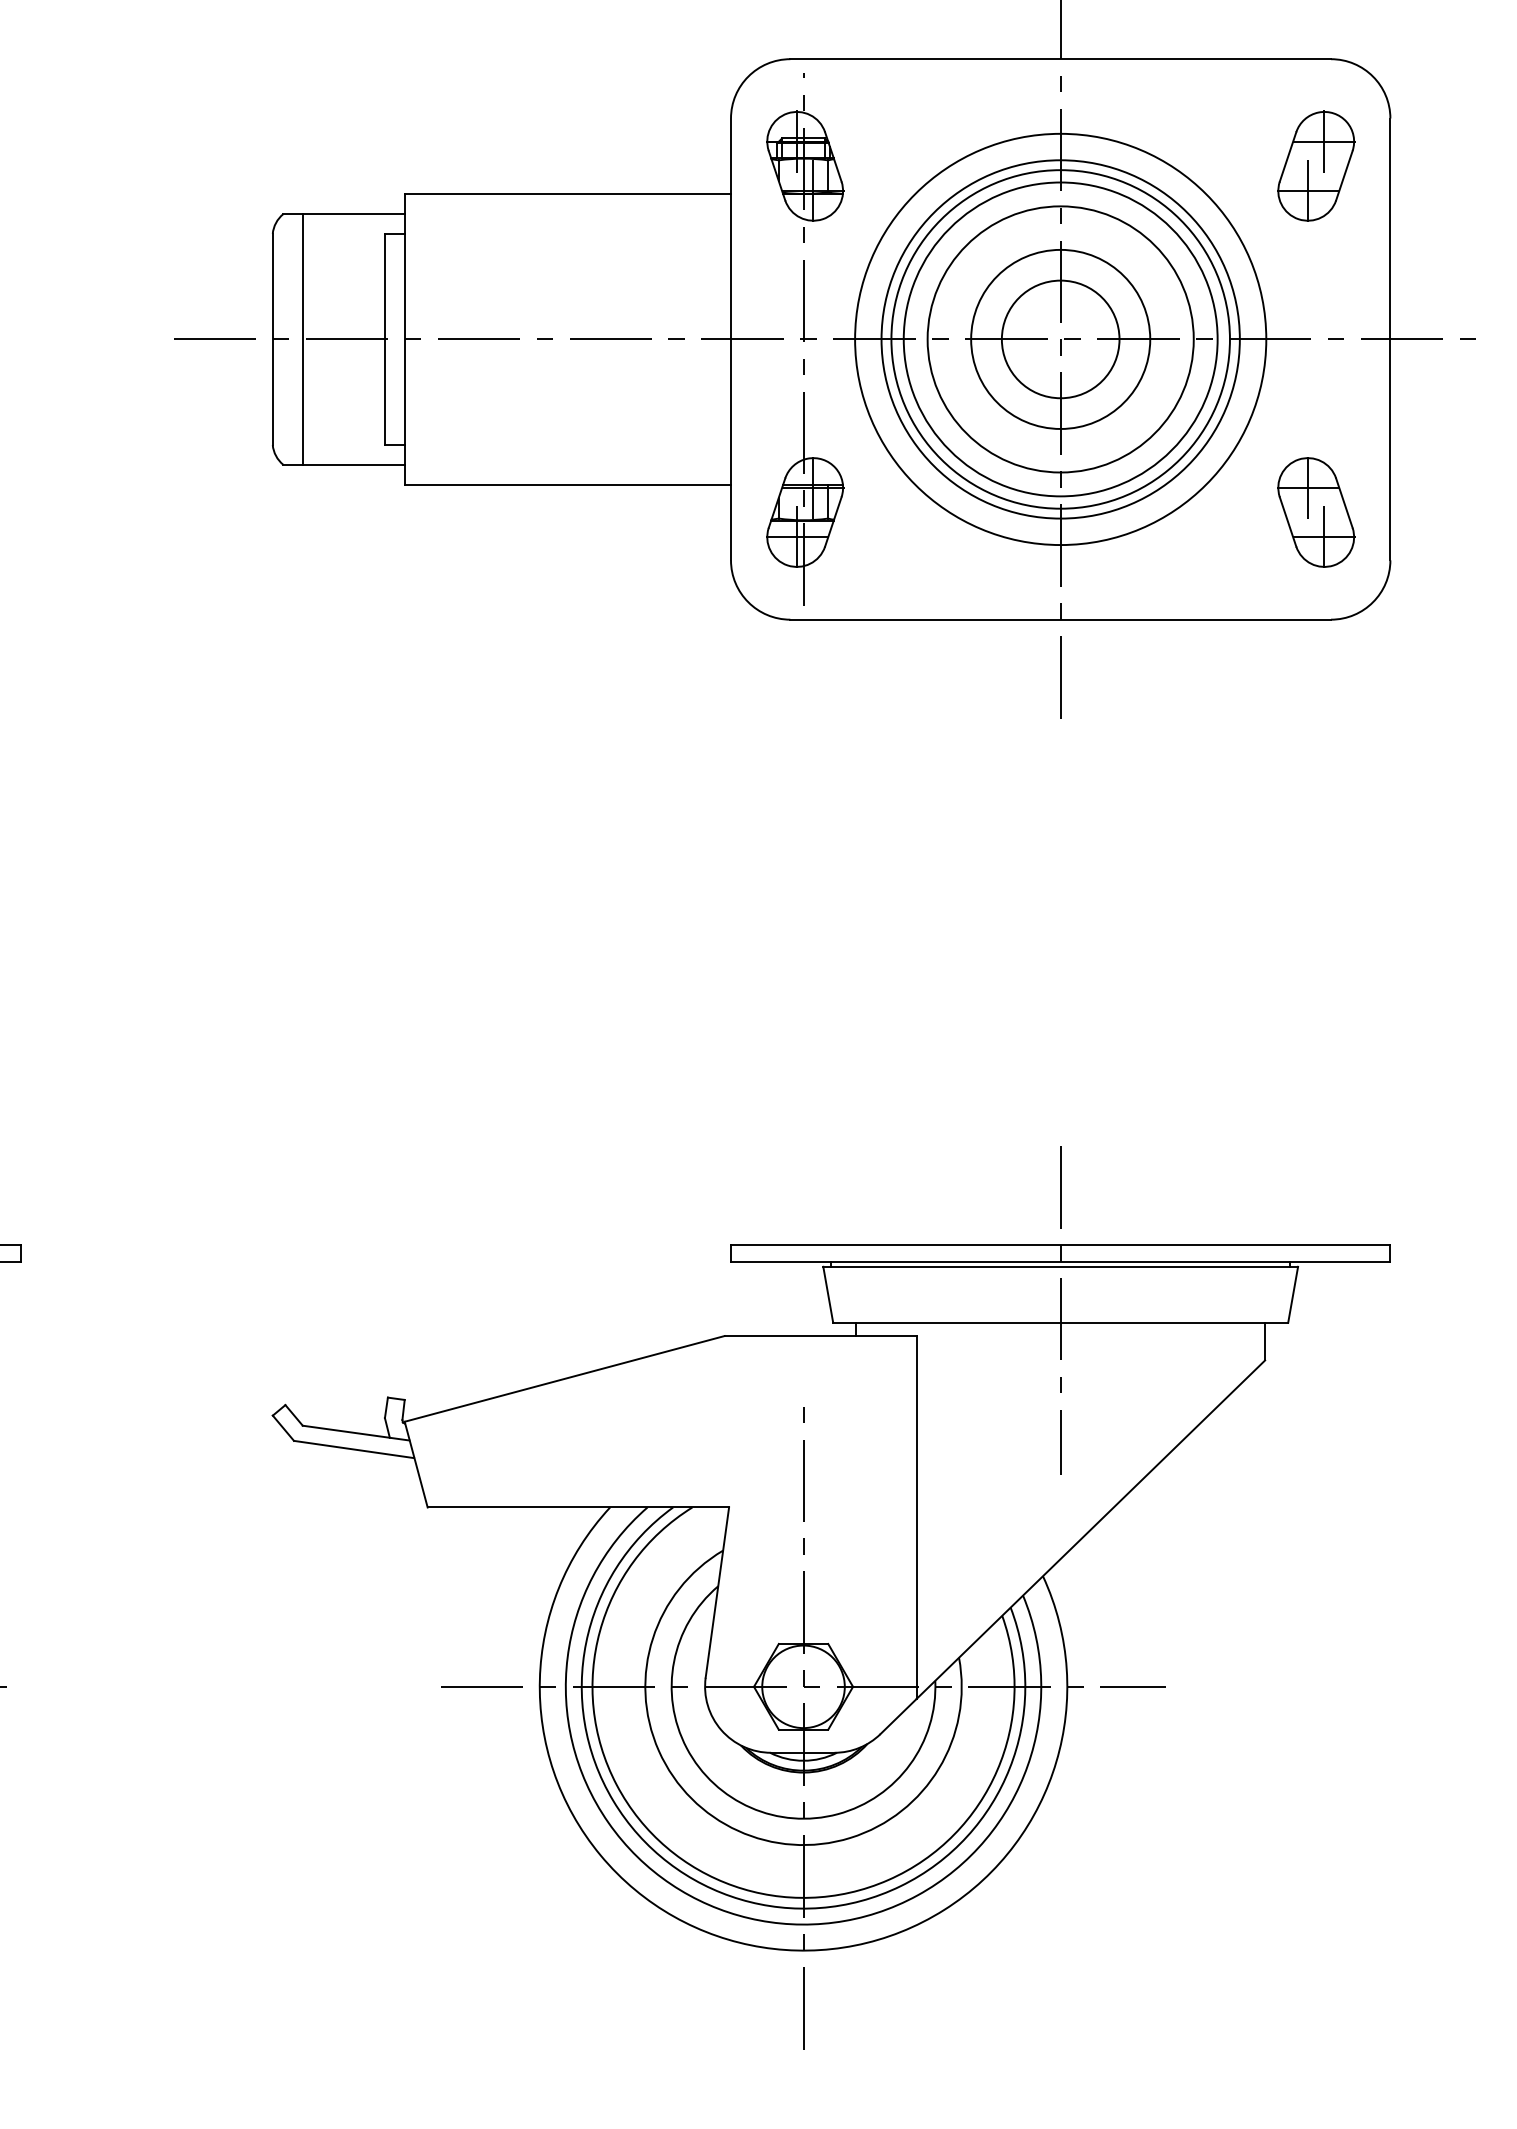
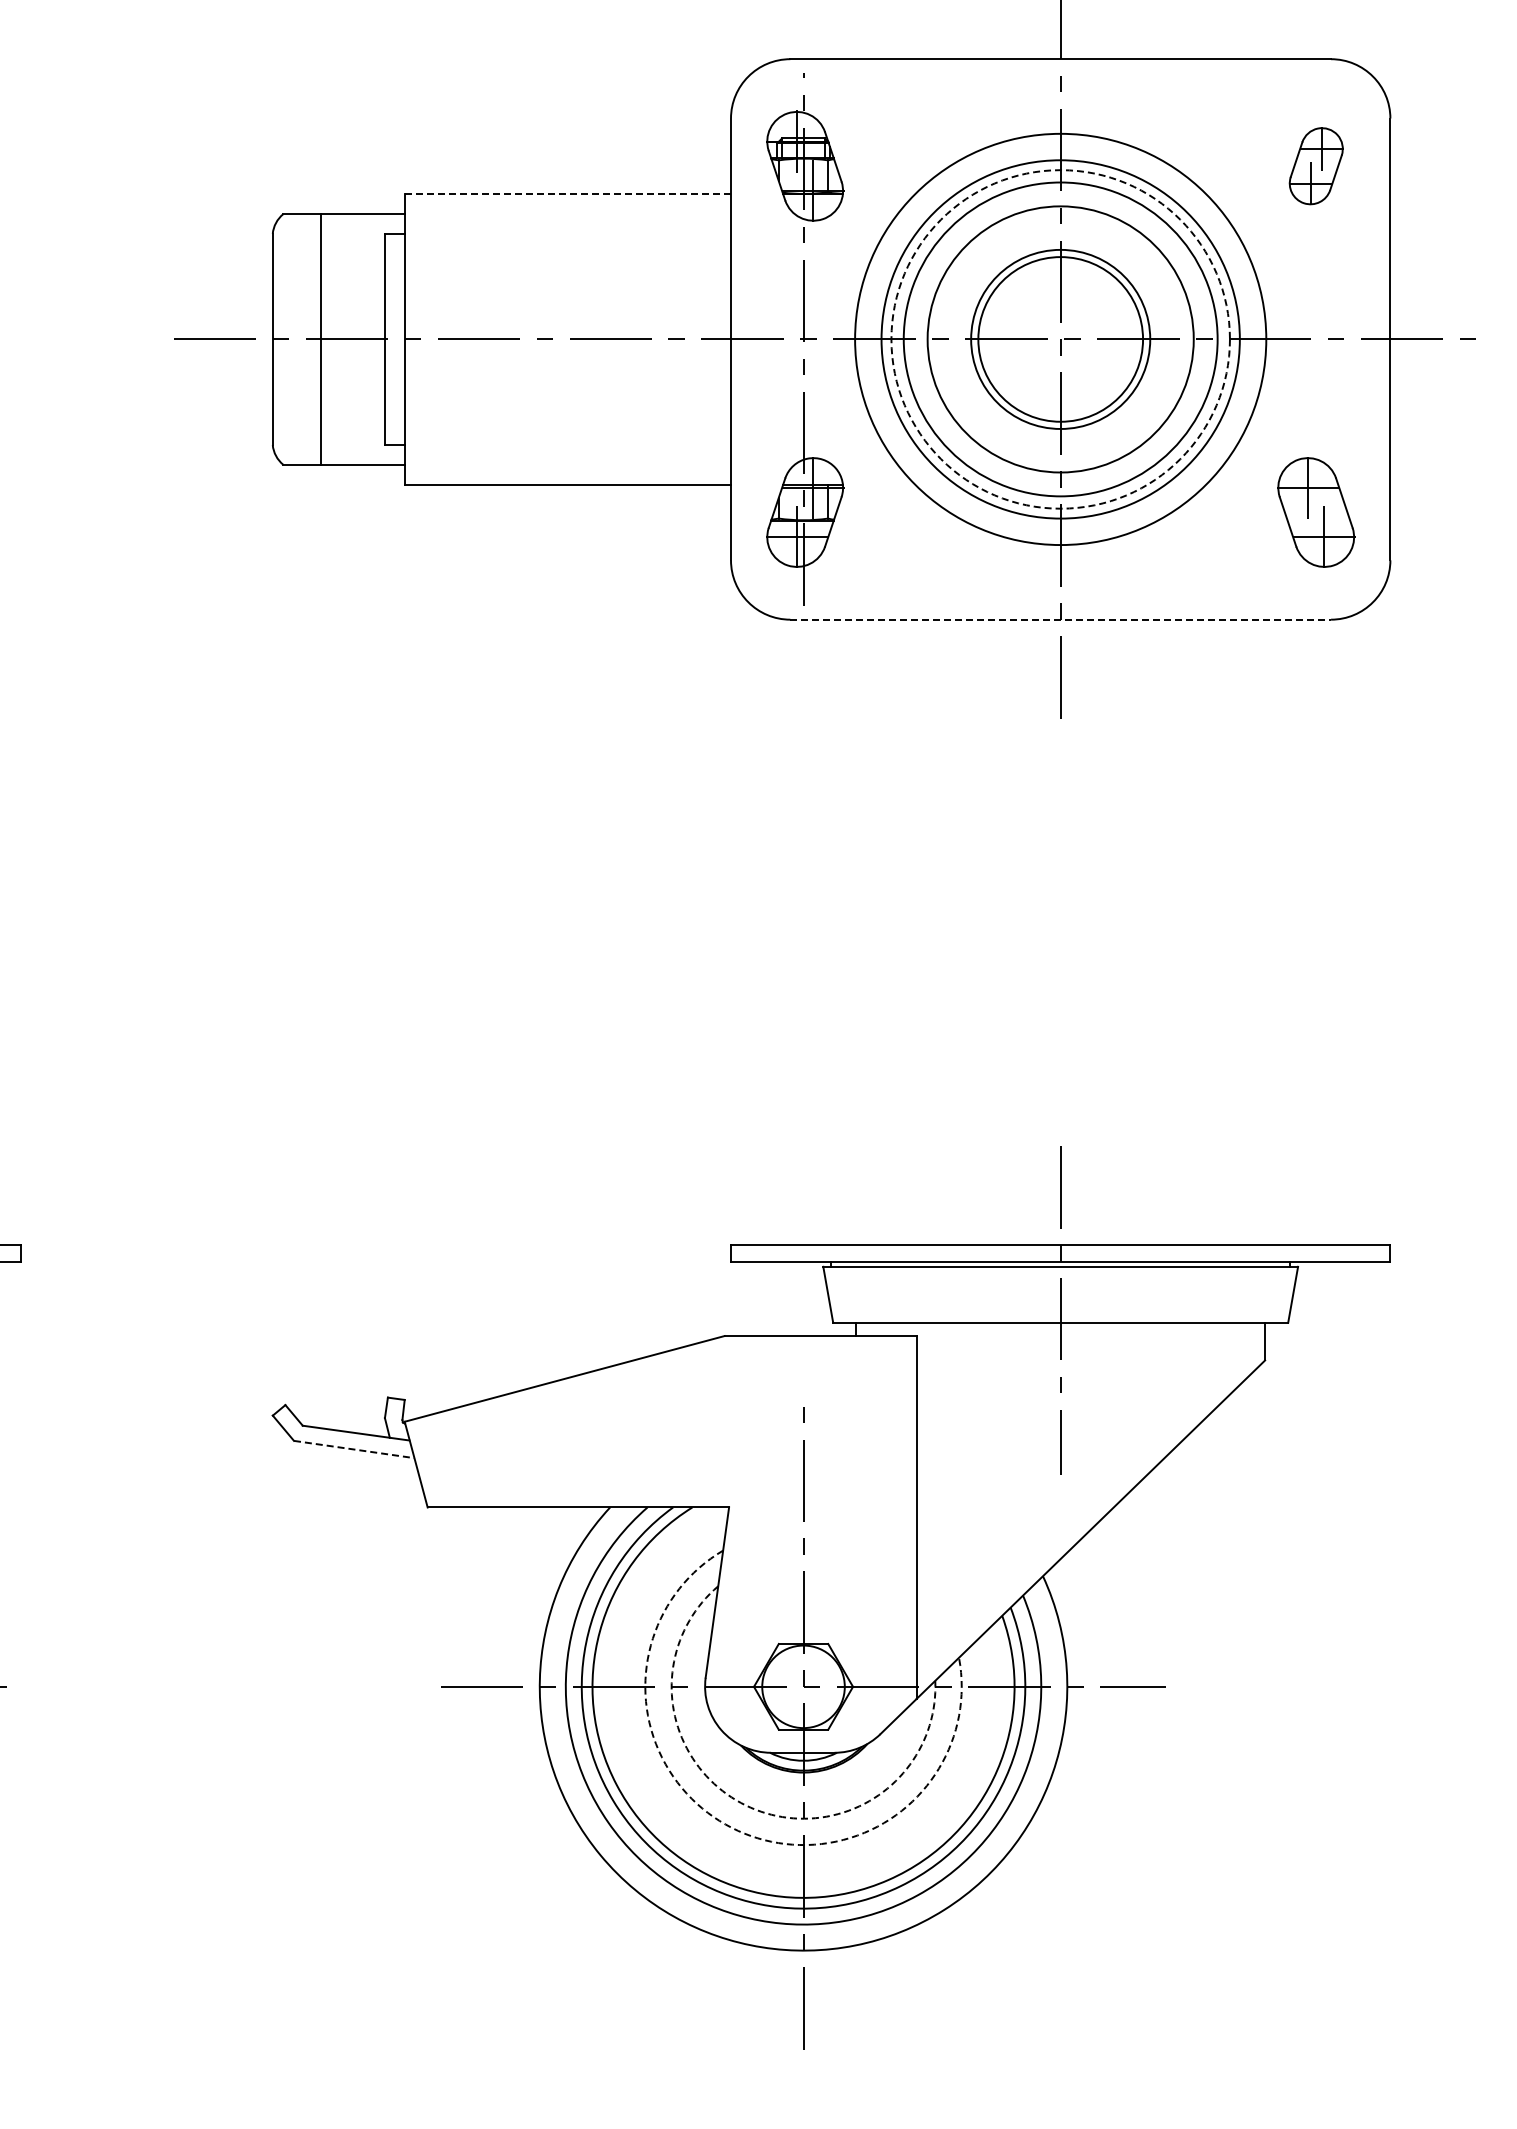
part at (1316, 165) size: 79x112 px -> 56x79 px
line at (567, 194): solid -> dashed
line at (302, 339) position: (302, 339) -> (320, 339)
circle at (1060, 339) diameter: 118 px -> 165 px
circle at (1060, 339): solid -> dashed
line at (1061, 619): solid -> dashed
line at (354, 1449): solid -> dashed
arc at (750, 1807): solid -> dashed
arc at (738, 1830): solid -> dashed
